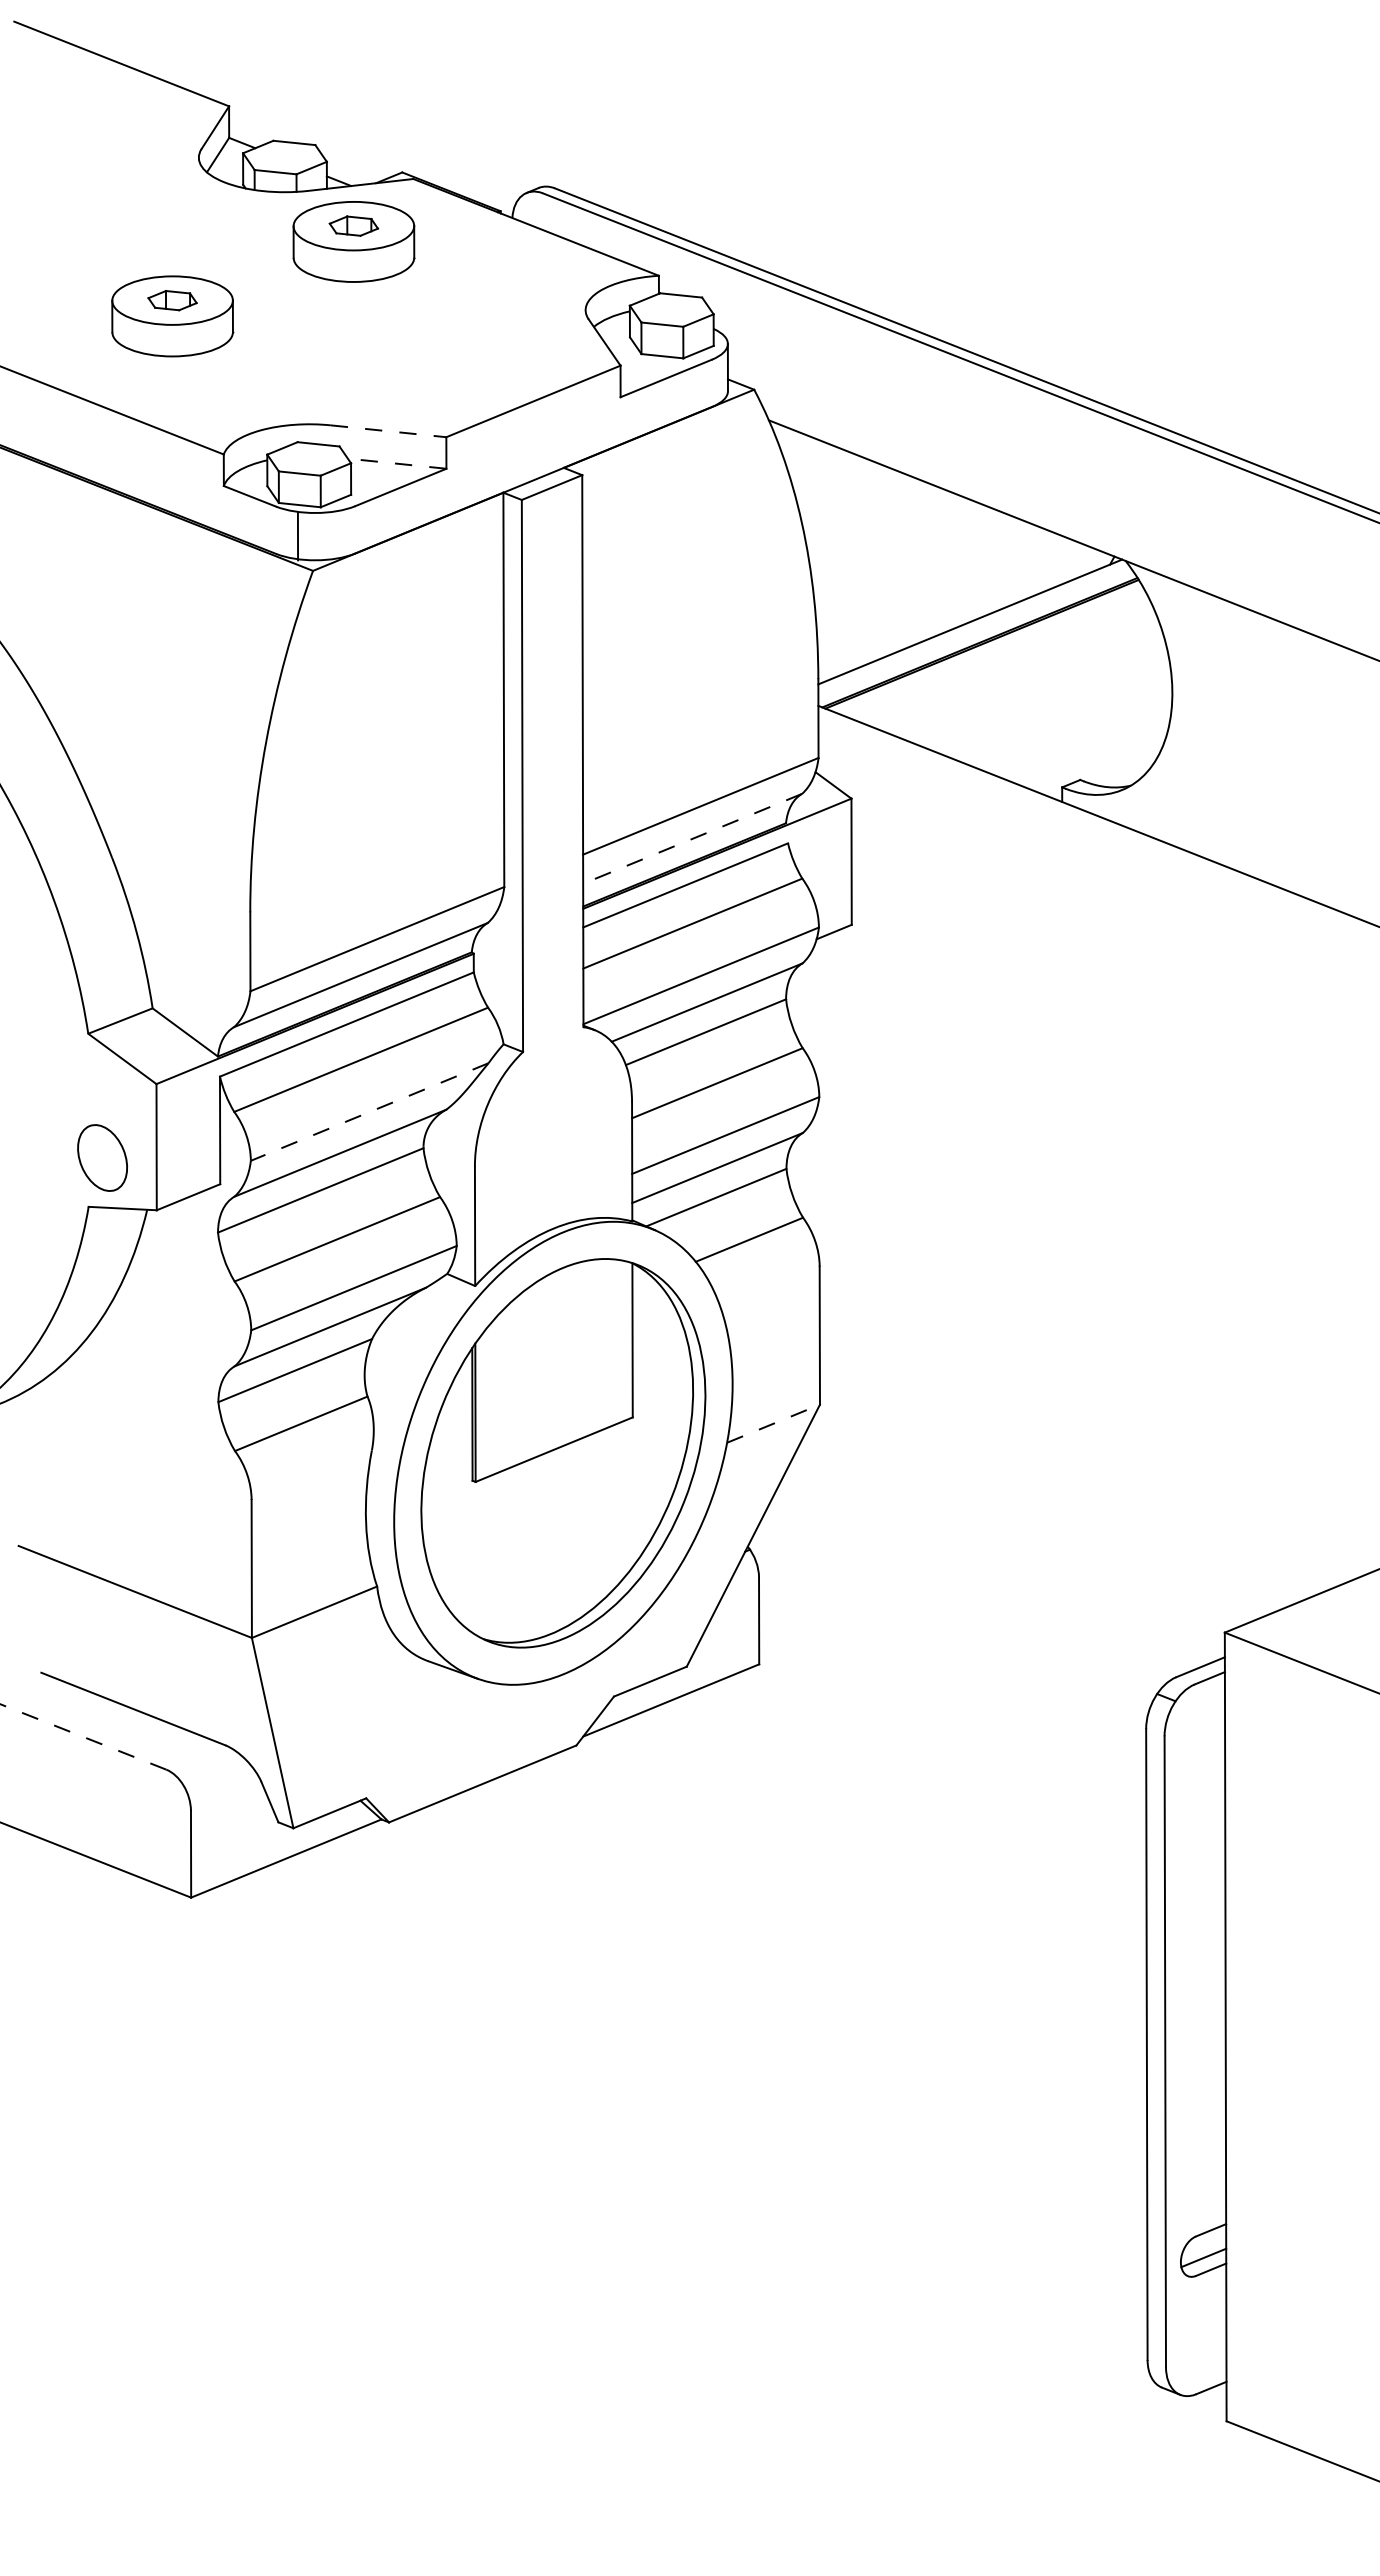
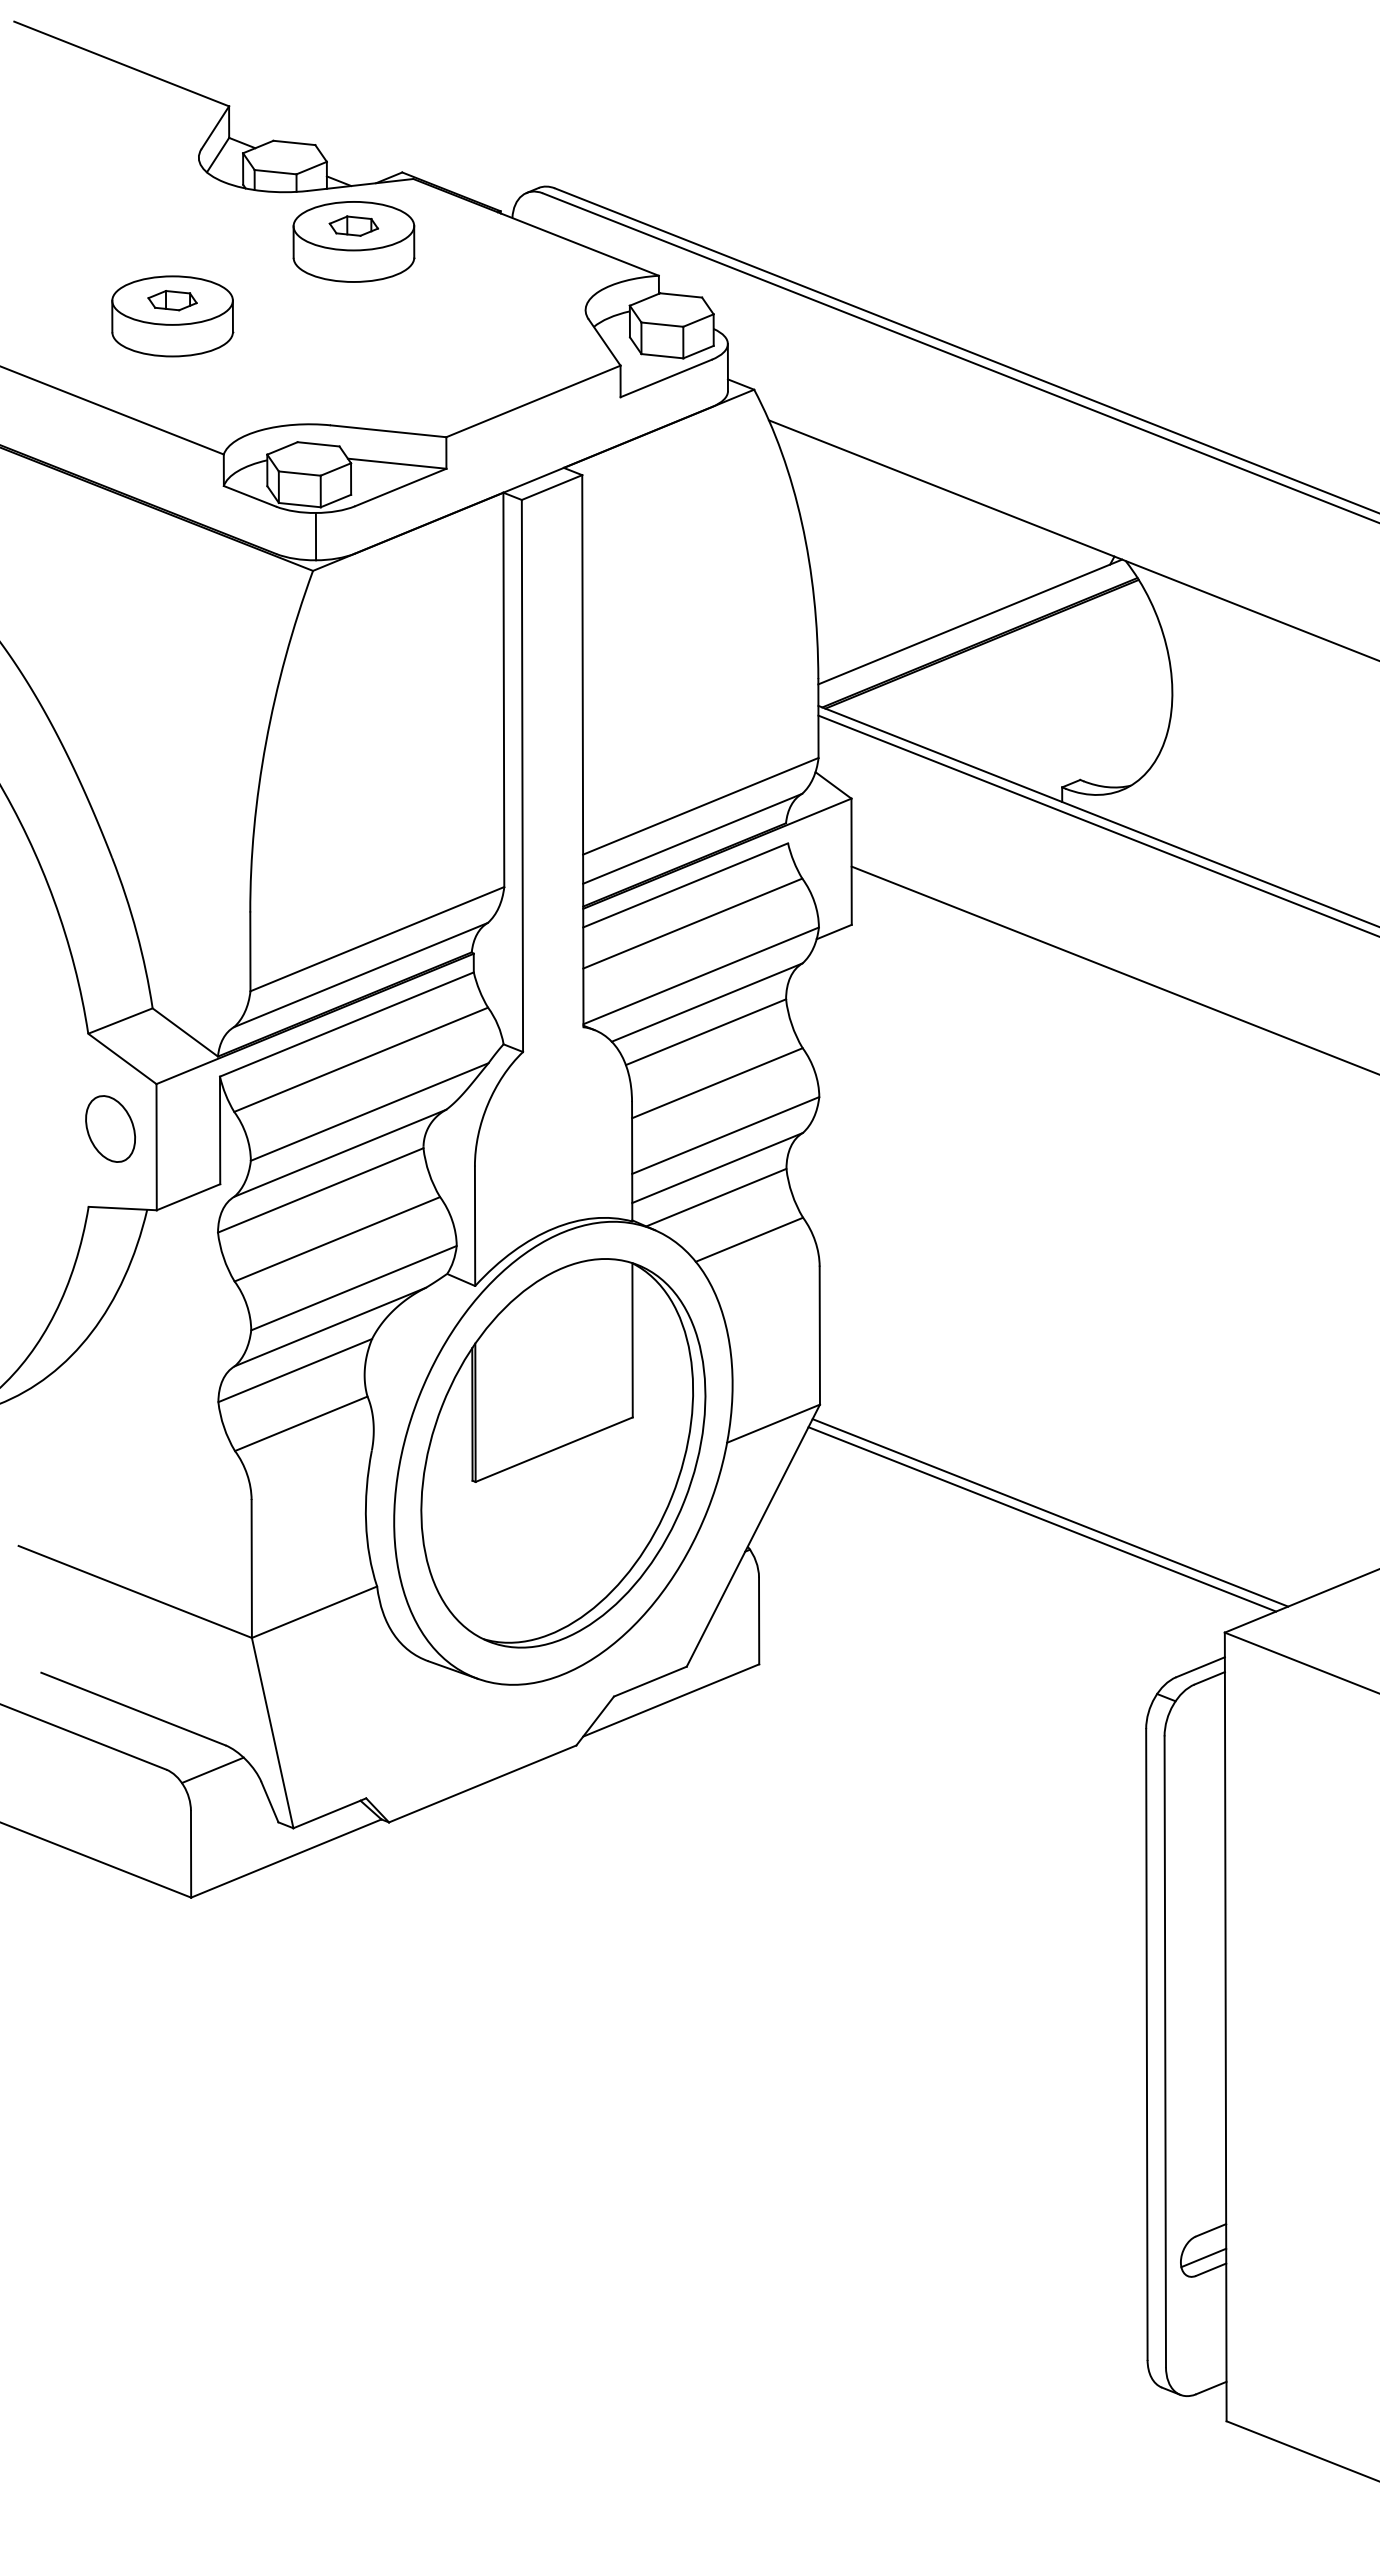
line at (389, 431): dashed -> solid
line at (397, 463): dashed -> solid
line at (297, 536) position: (297, 536) -> (315, 536)
line at (1097, 825): none -> present
line at (692, 839): dashed -> solid
line at (1113, 969): none -> present
line at (369, 1112): dashed -> solid
part at (102, 1157) position: (102, 1157) -> (110, 1128)
line at (773, 1423): dashed -> solid
line at (1050, 1512): none -> present
line at (1042, 1519): none -> present
line at (83, 1737): dashed -> solid
line at (212, 1770): none -> present
